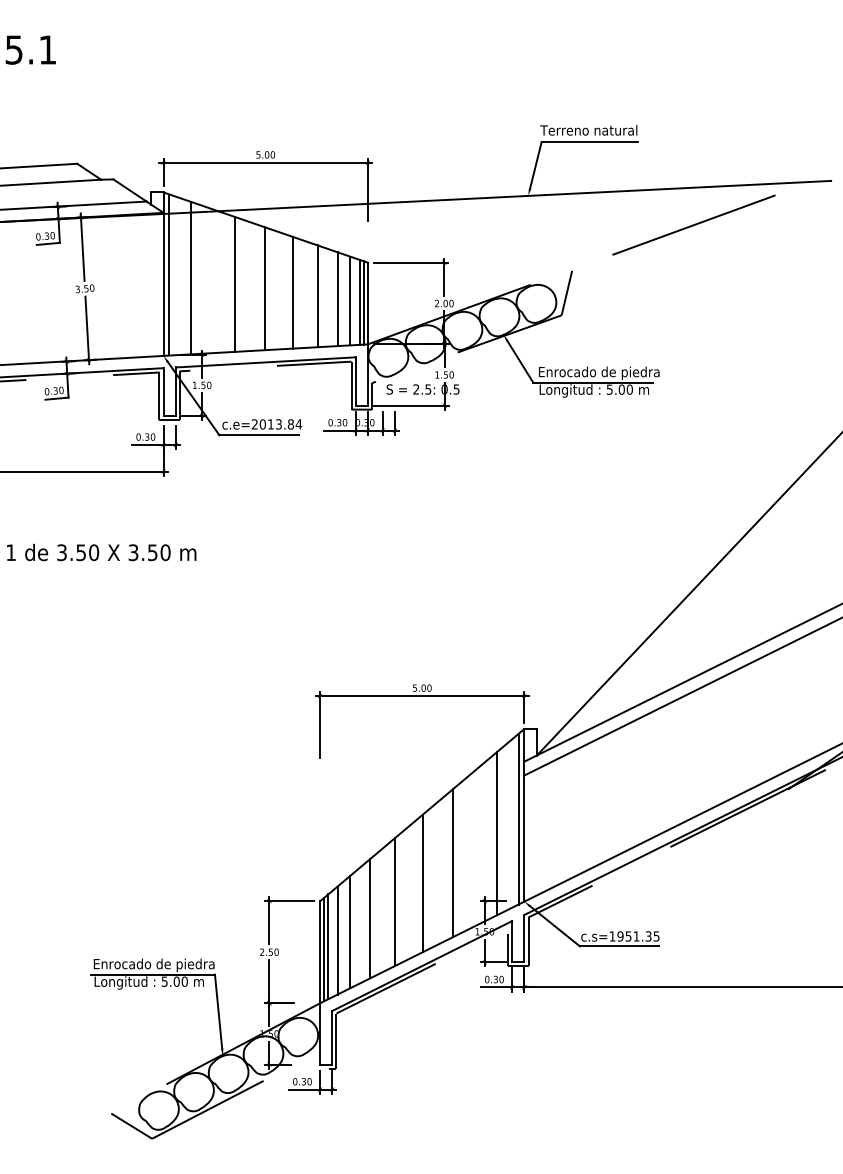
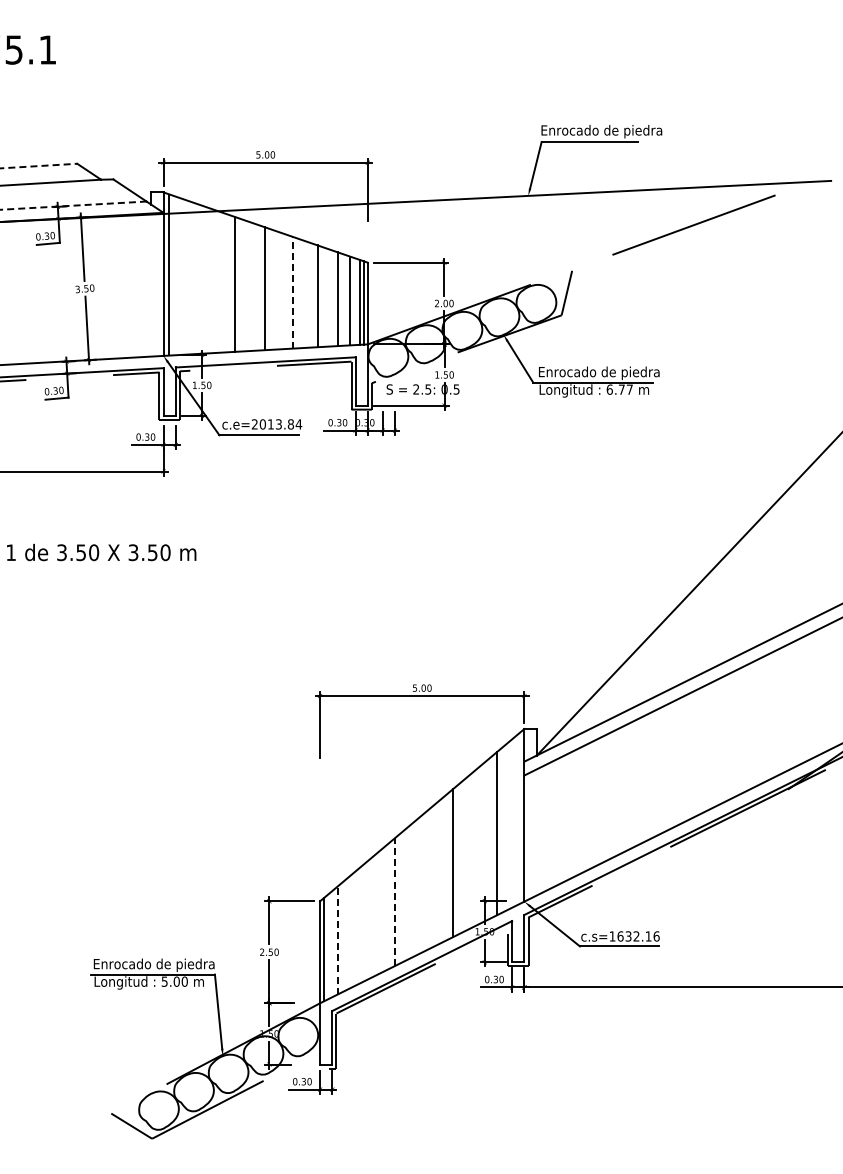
text at (601, 131): Terreno natural -> Enrocado de piedra
line at (39, 166): solid -> dashed
line at (73, 205): solid -> dashed
line at (190, 277): present -> none
line at (293, 292): solid -> dashed
text at (619, 389): 5.00 -> 6.77
line at (518, 818): present -> none
line at (422, 883): present -> none
line at (394, 902): solid -> dashed
line at (370, 918): present -> none
line at (350, 931): present -> none
text at (638, 936): c.s=1951.35 -> c.s=1632.16
line at (337, 940): solid -> dashed
line at (328, 946): present -> none
